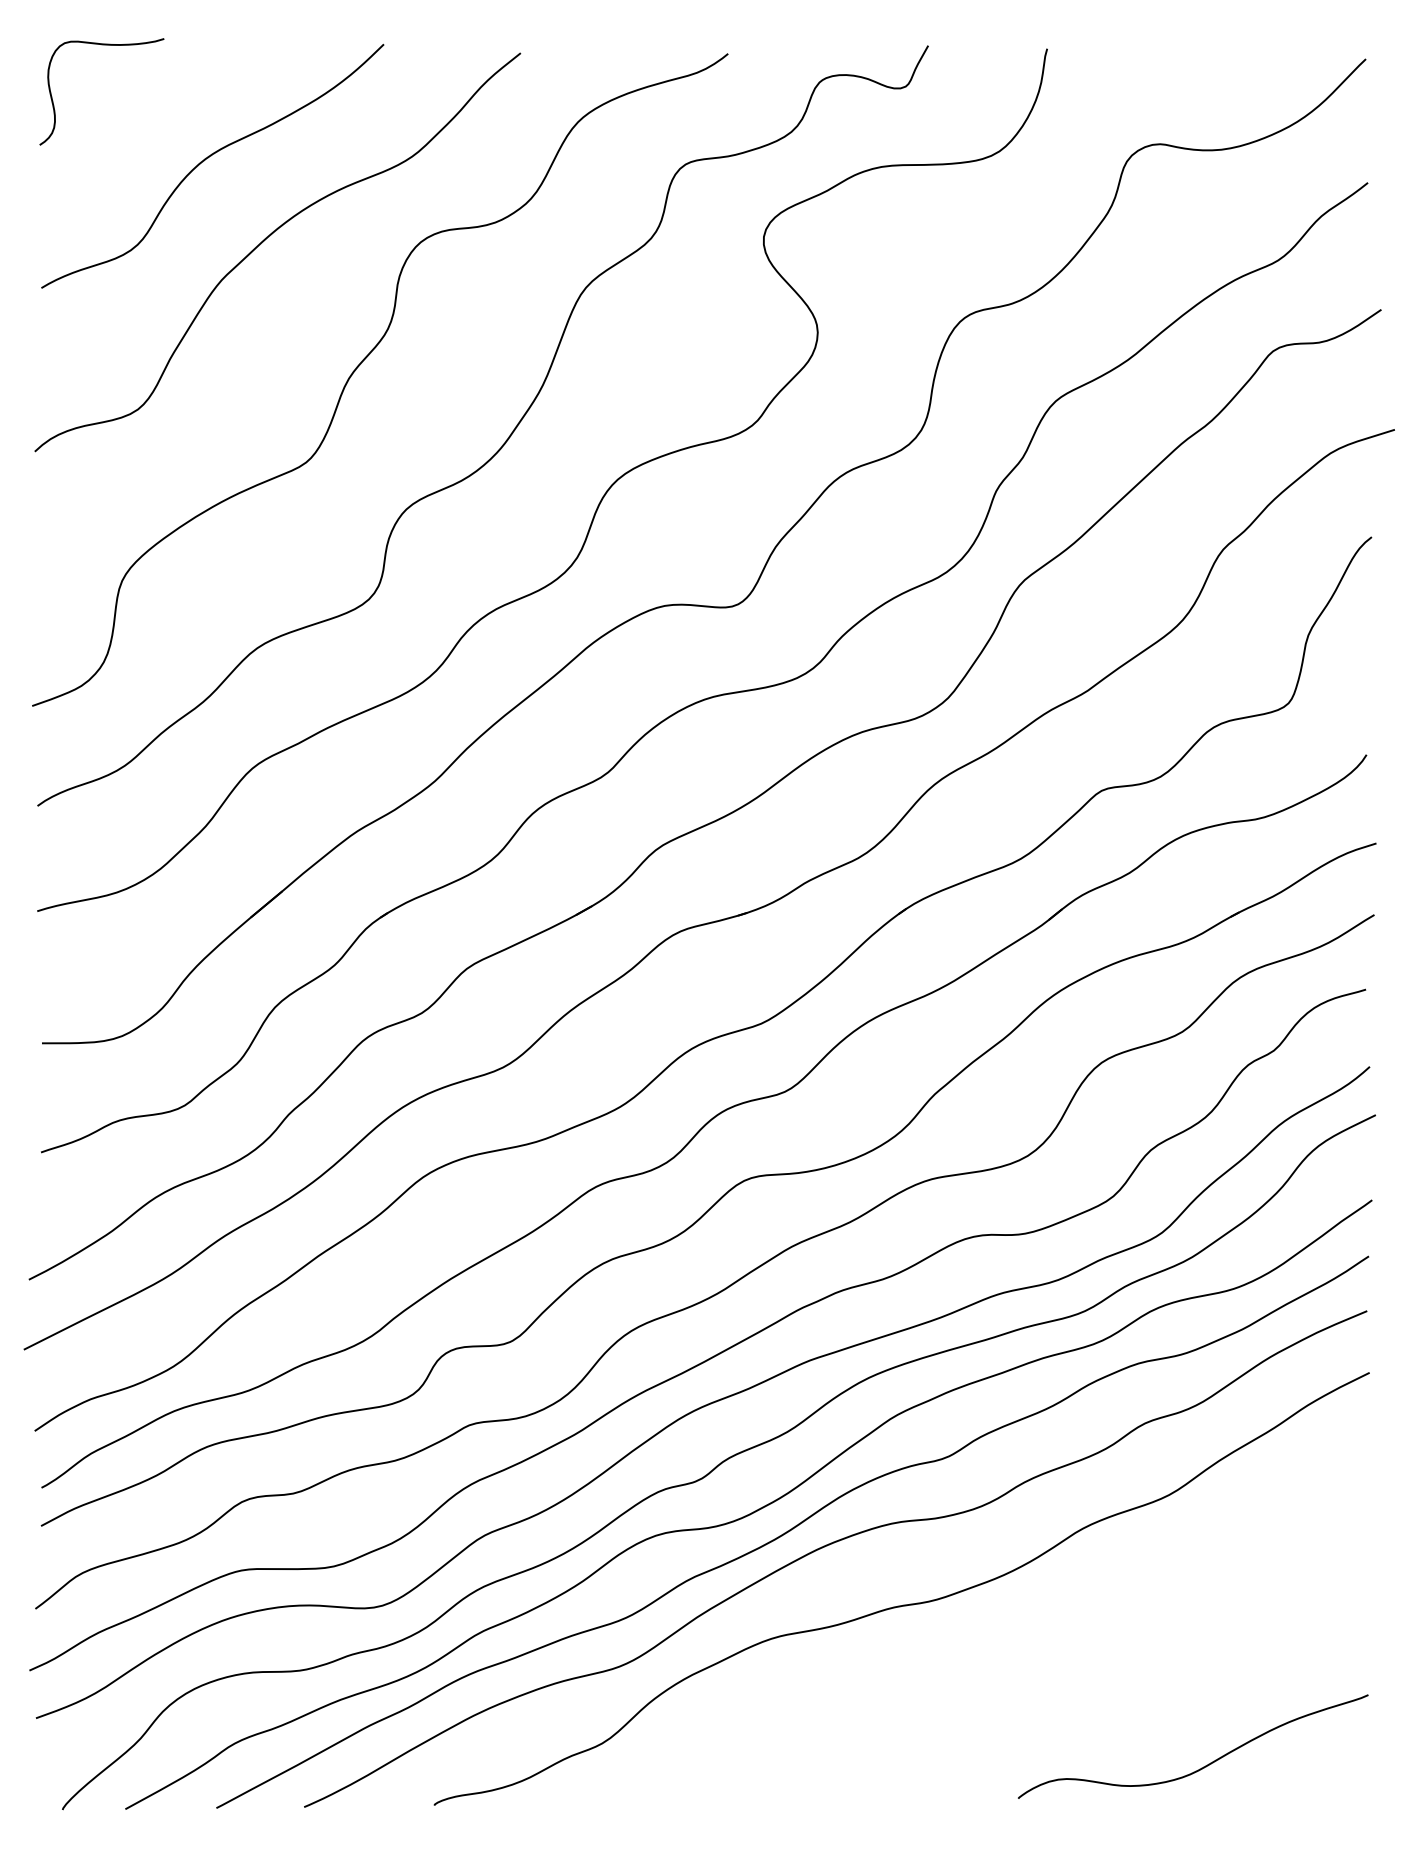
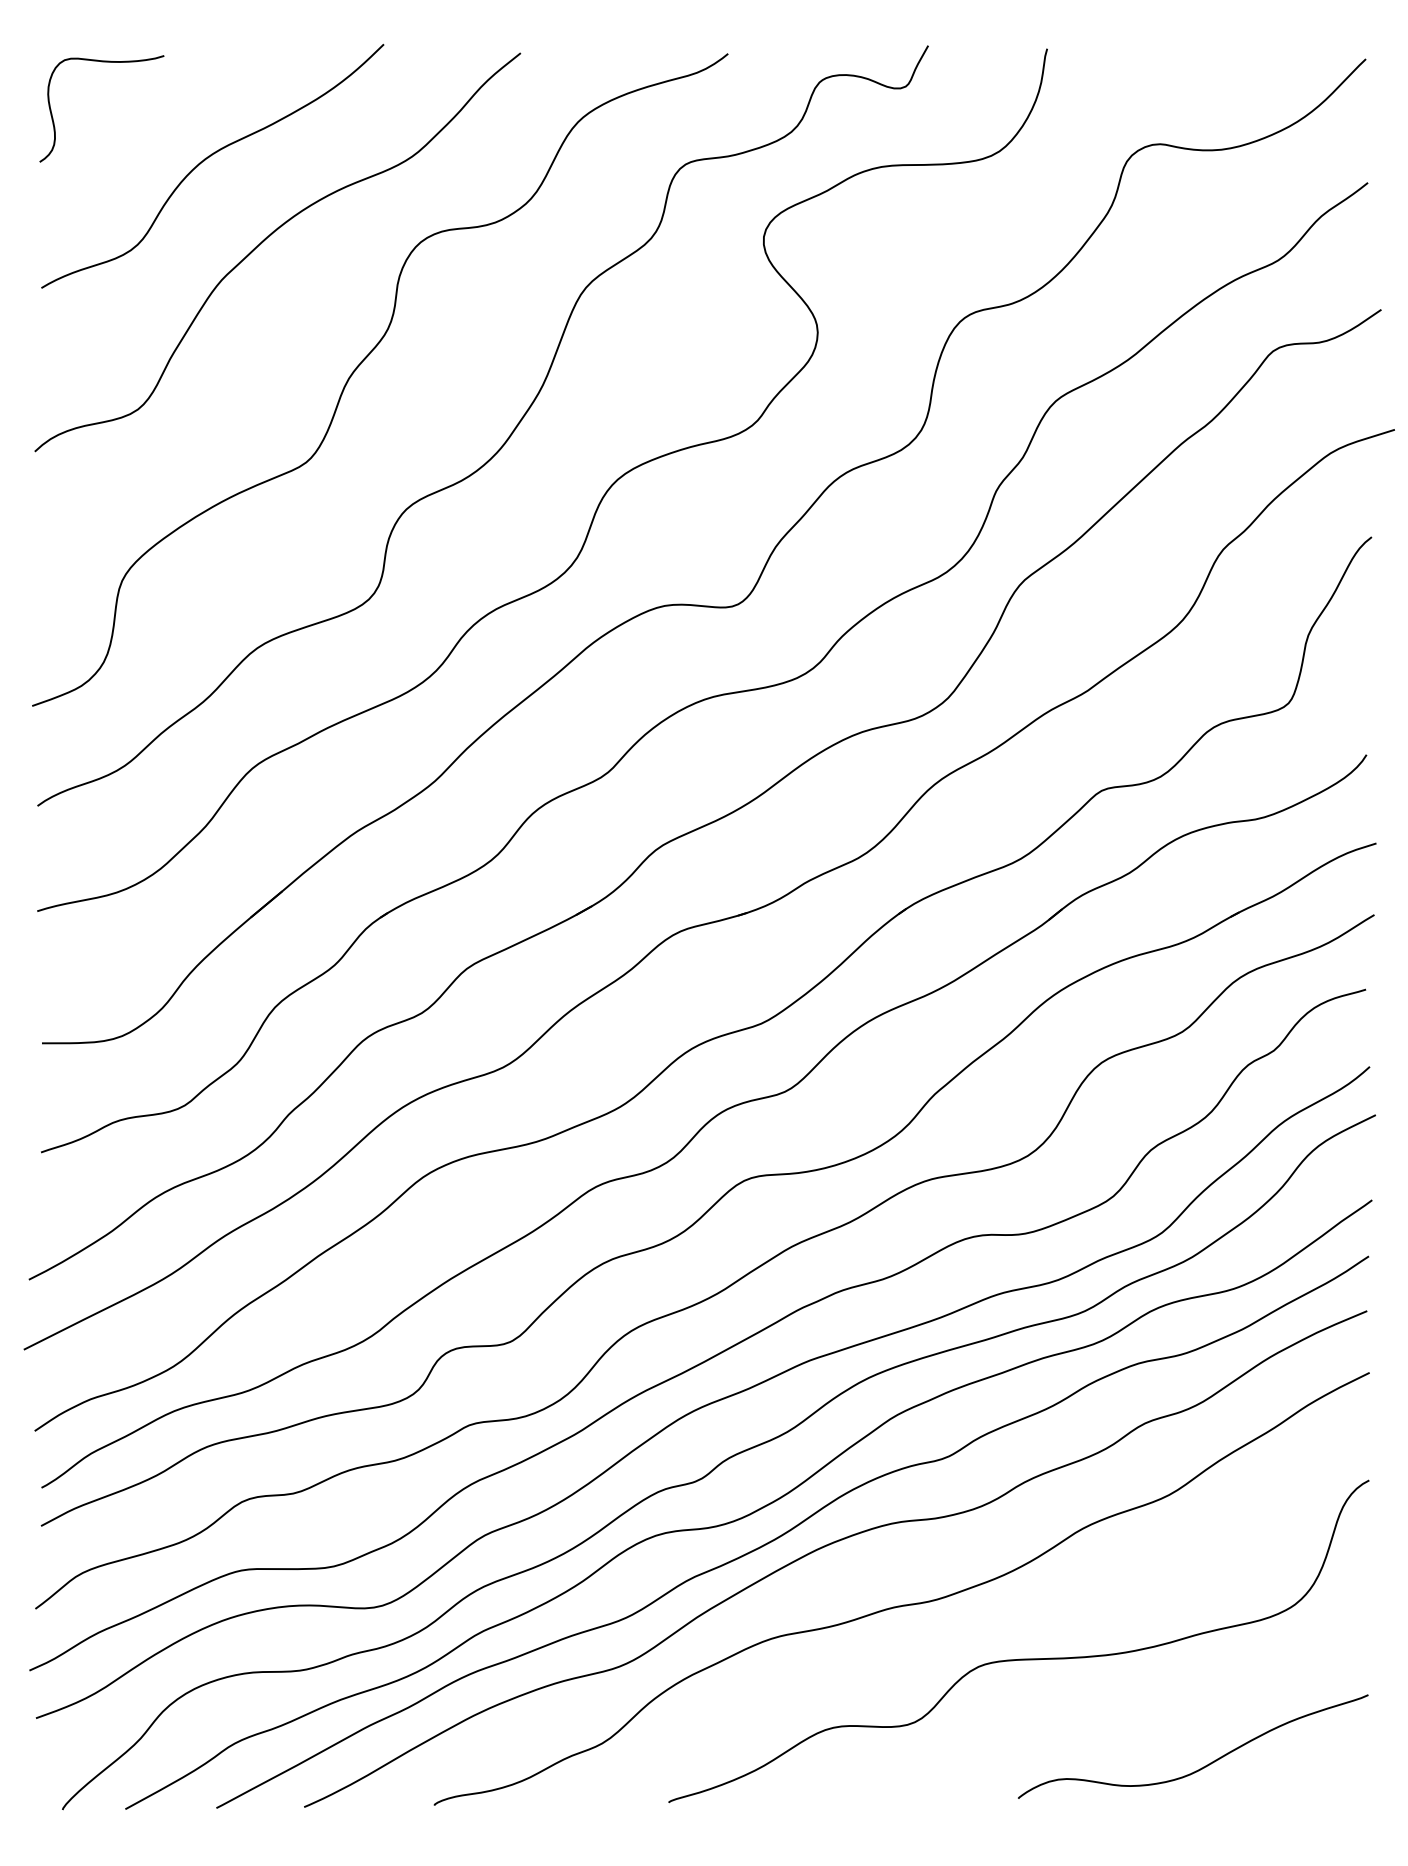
curve at (101, 45) position: (101, 45) -> (101, 62)
curve at (1019, 1658): none -> present
